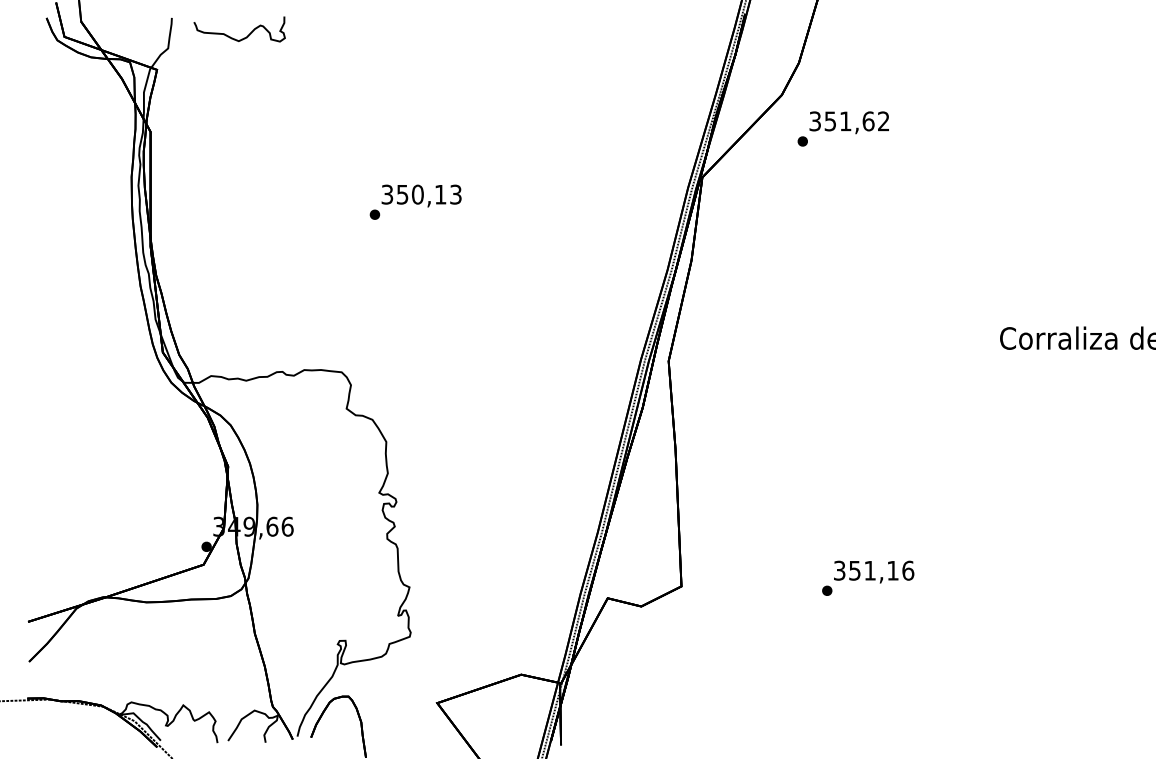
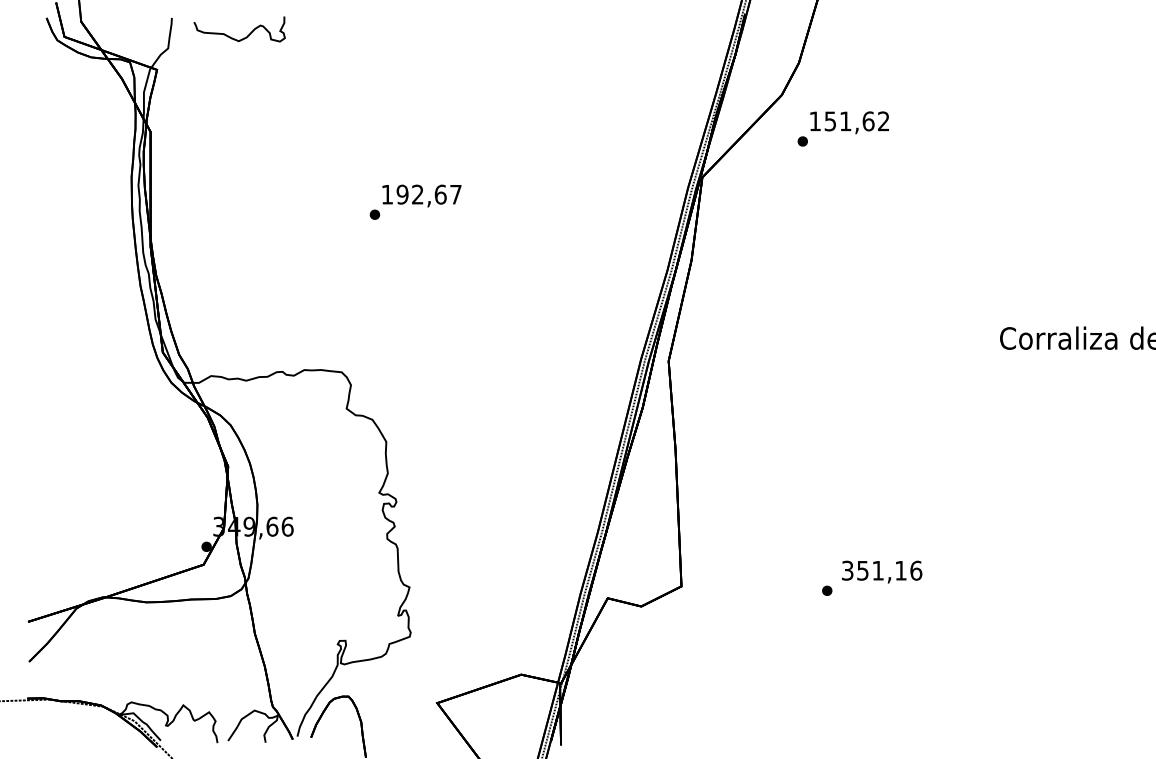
text at (814, 121): 351,62 -> 151,62
text at (421, 194): 350,13 -> 192,67
text at (874, 571) position: (874, 571) -> (882, 571)
